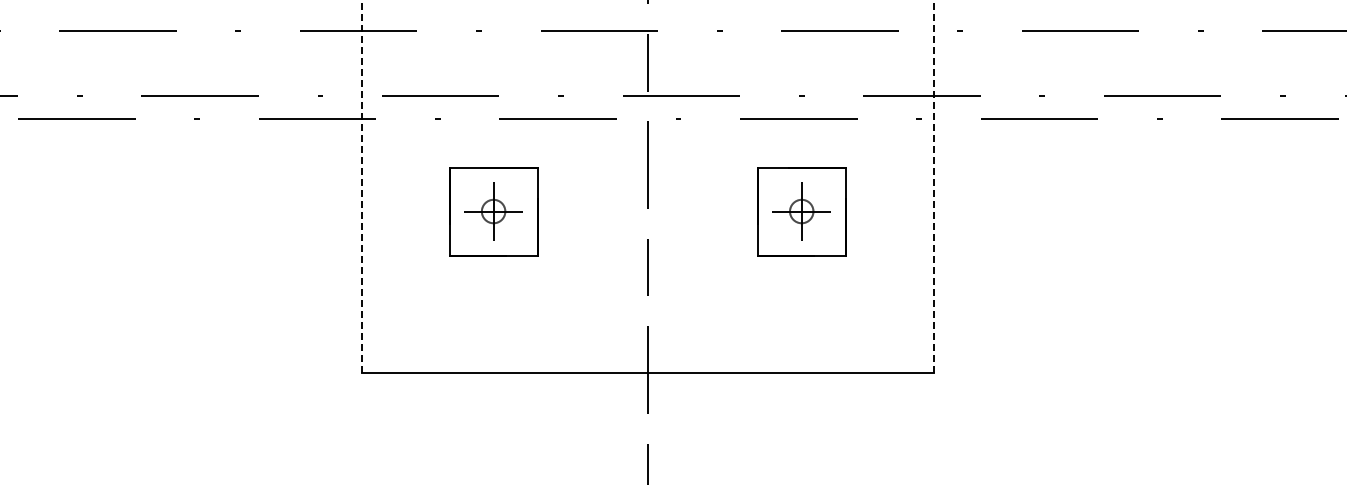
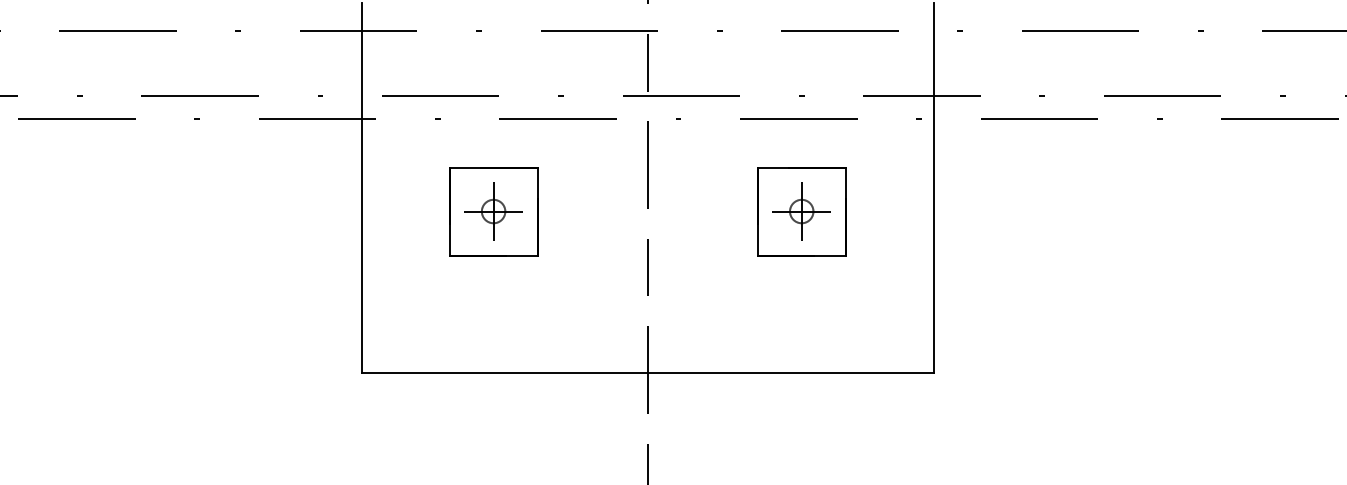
line at (361, 188): dashed -> solid
line at (933, 188): dashed -> solid
